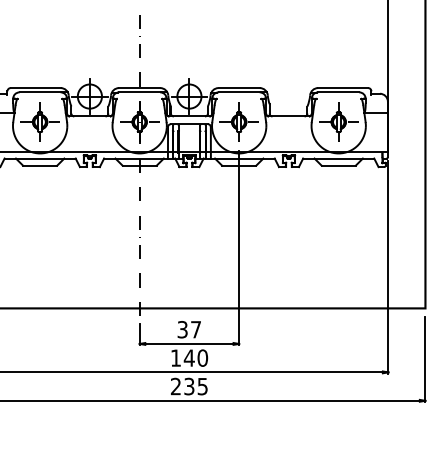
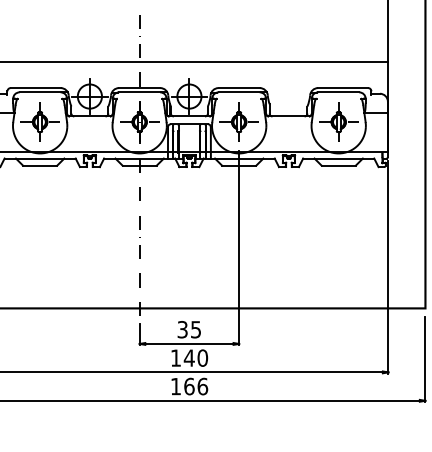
line at (195, 62): none -> present
text at (195, 329): 37 -> 35
text at (189, 386): 235 -> 166
